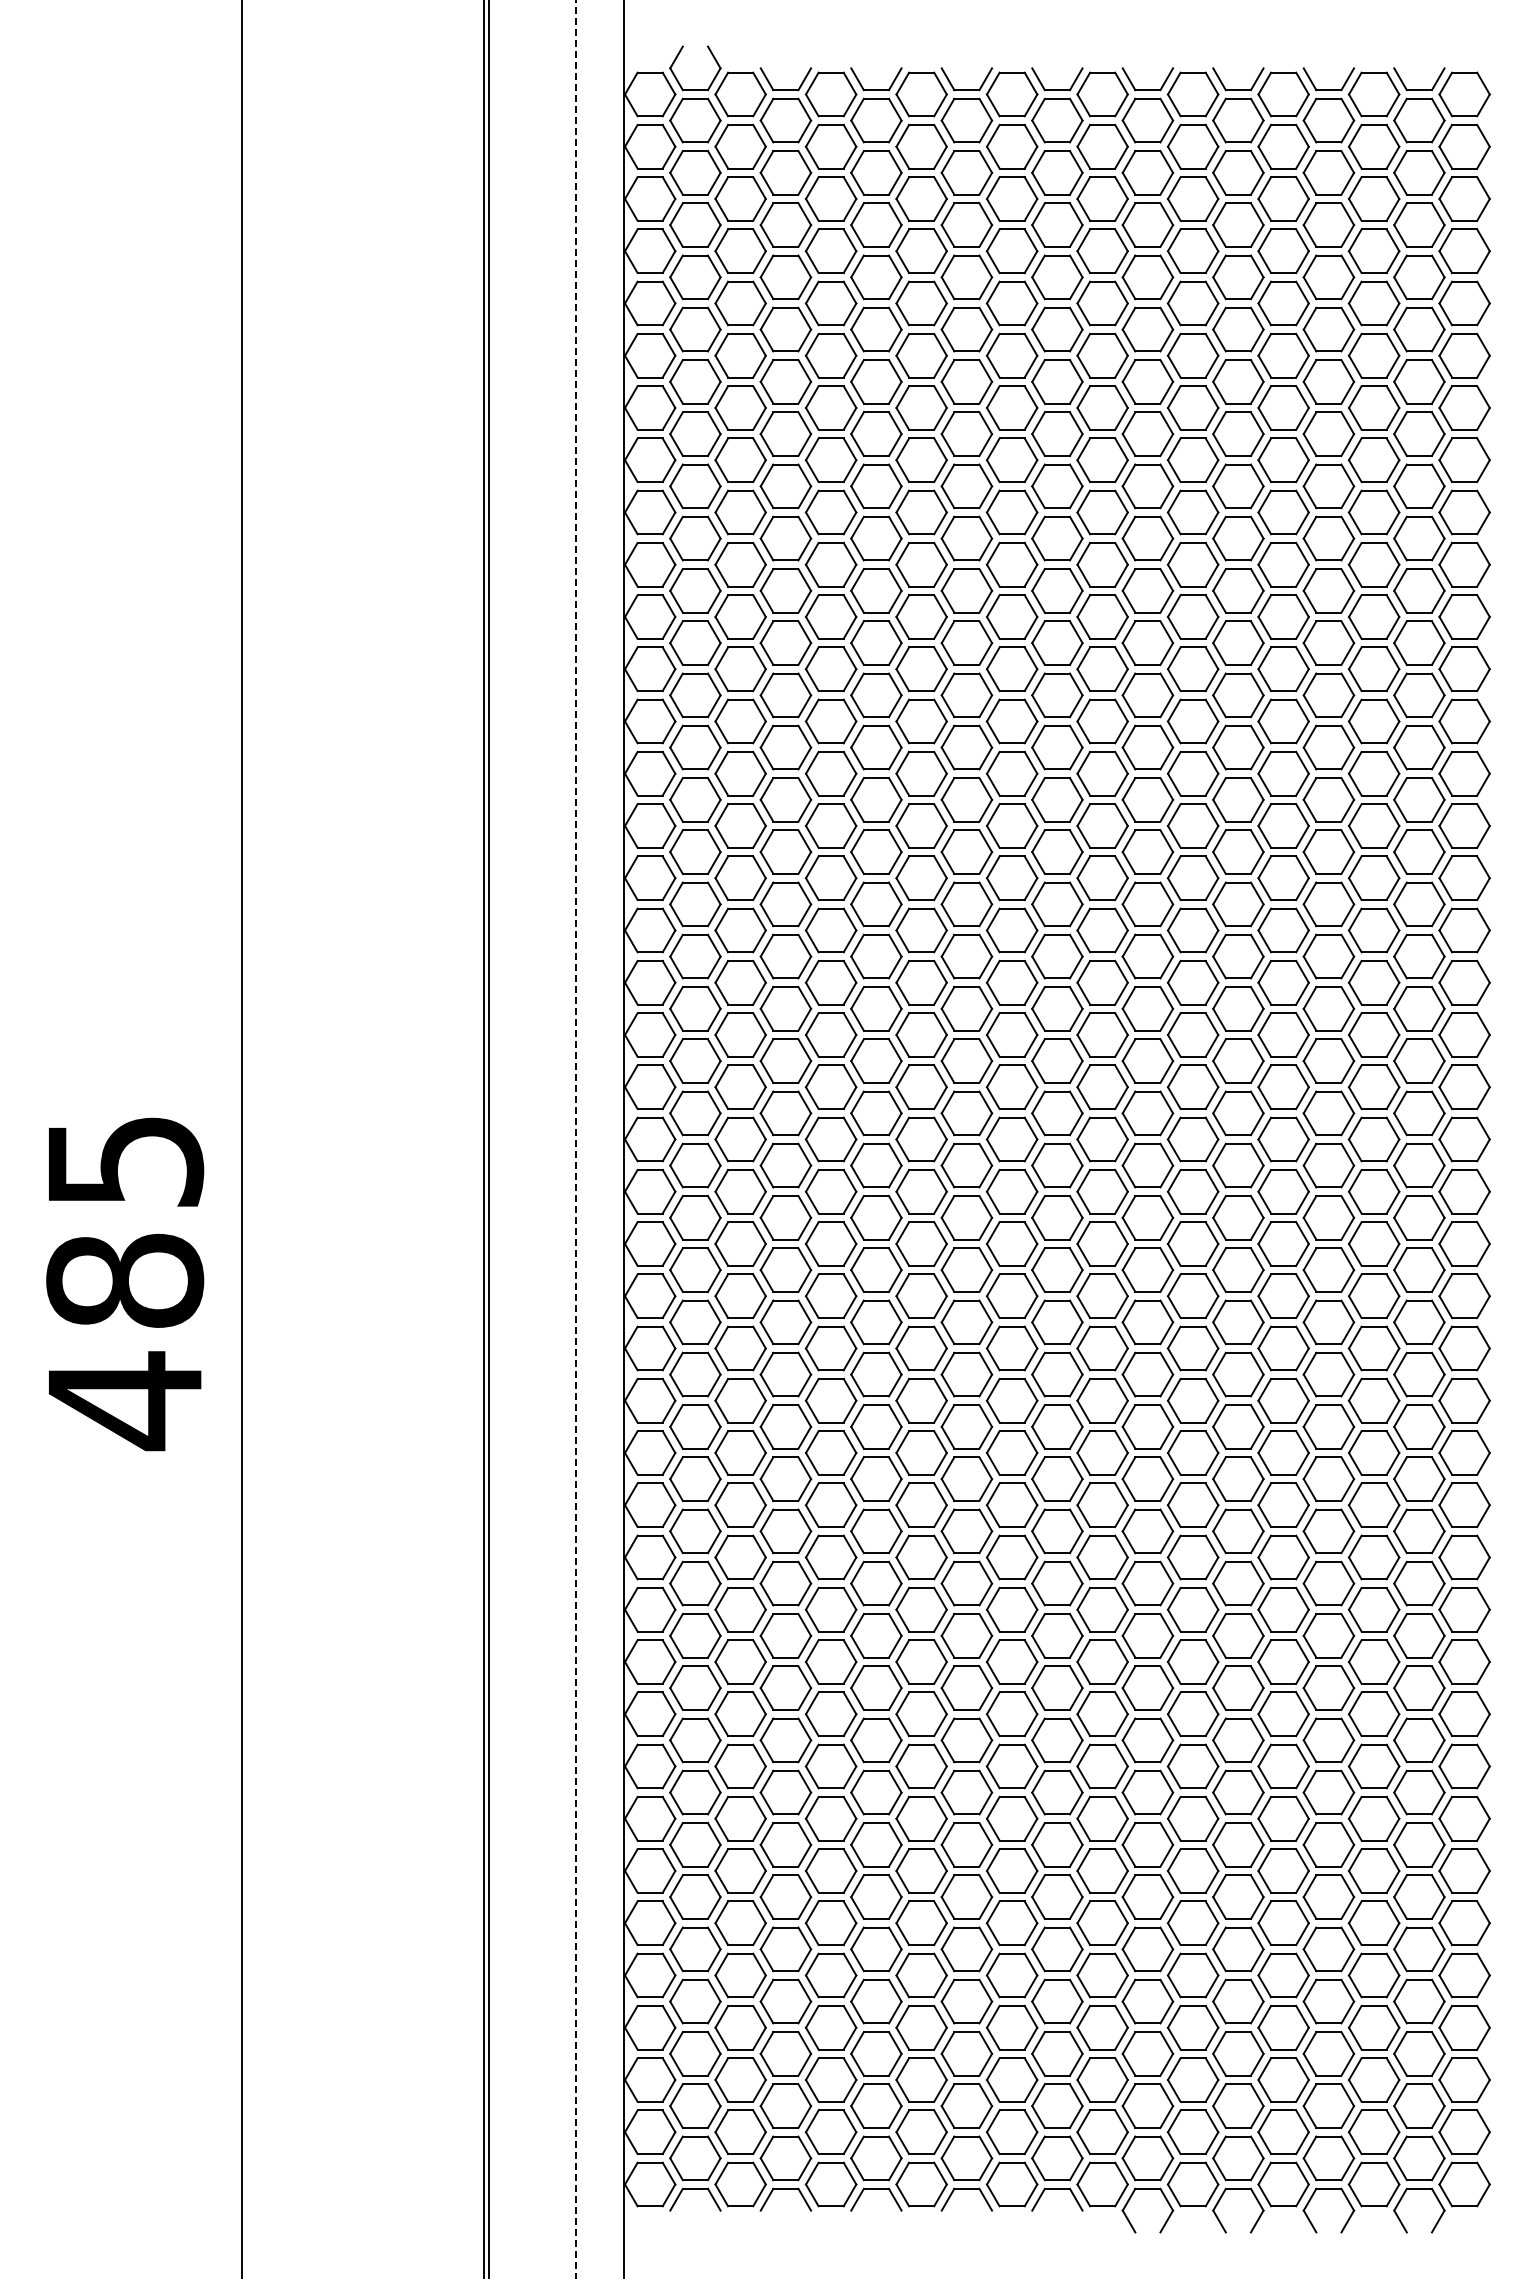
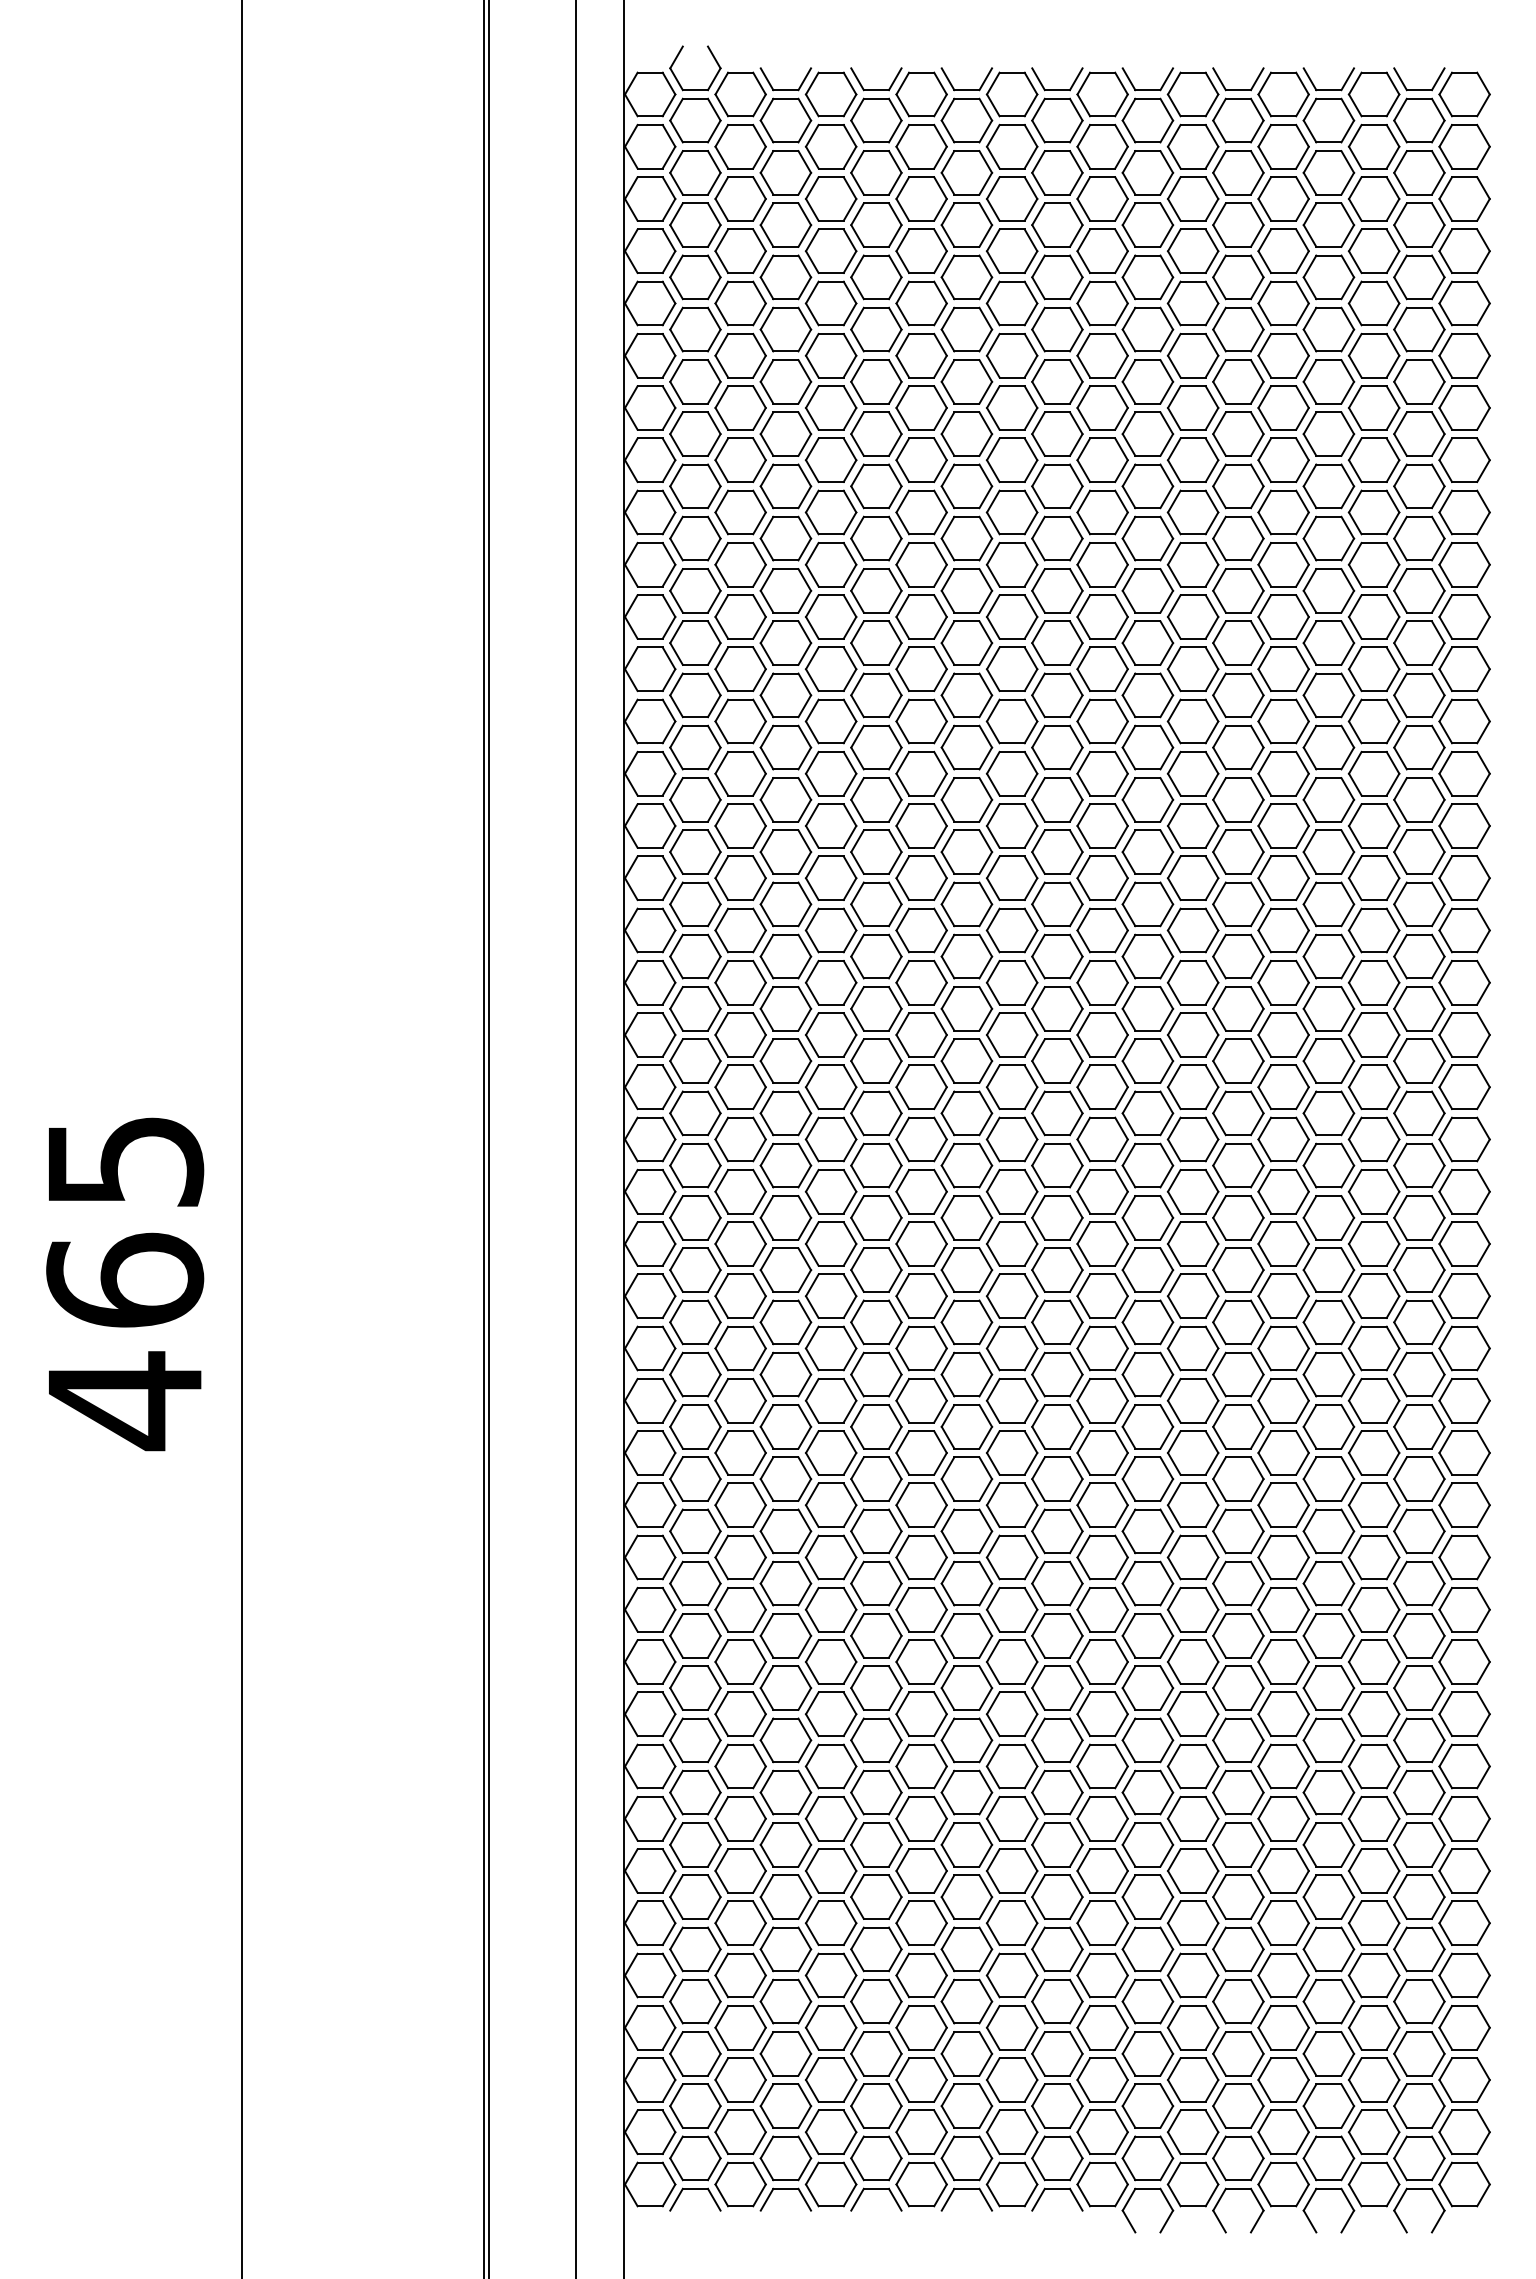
line at (576, 1139): dashed -> solid
text at (125, 1279): 485 -> 465
